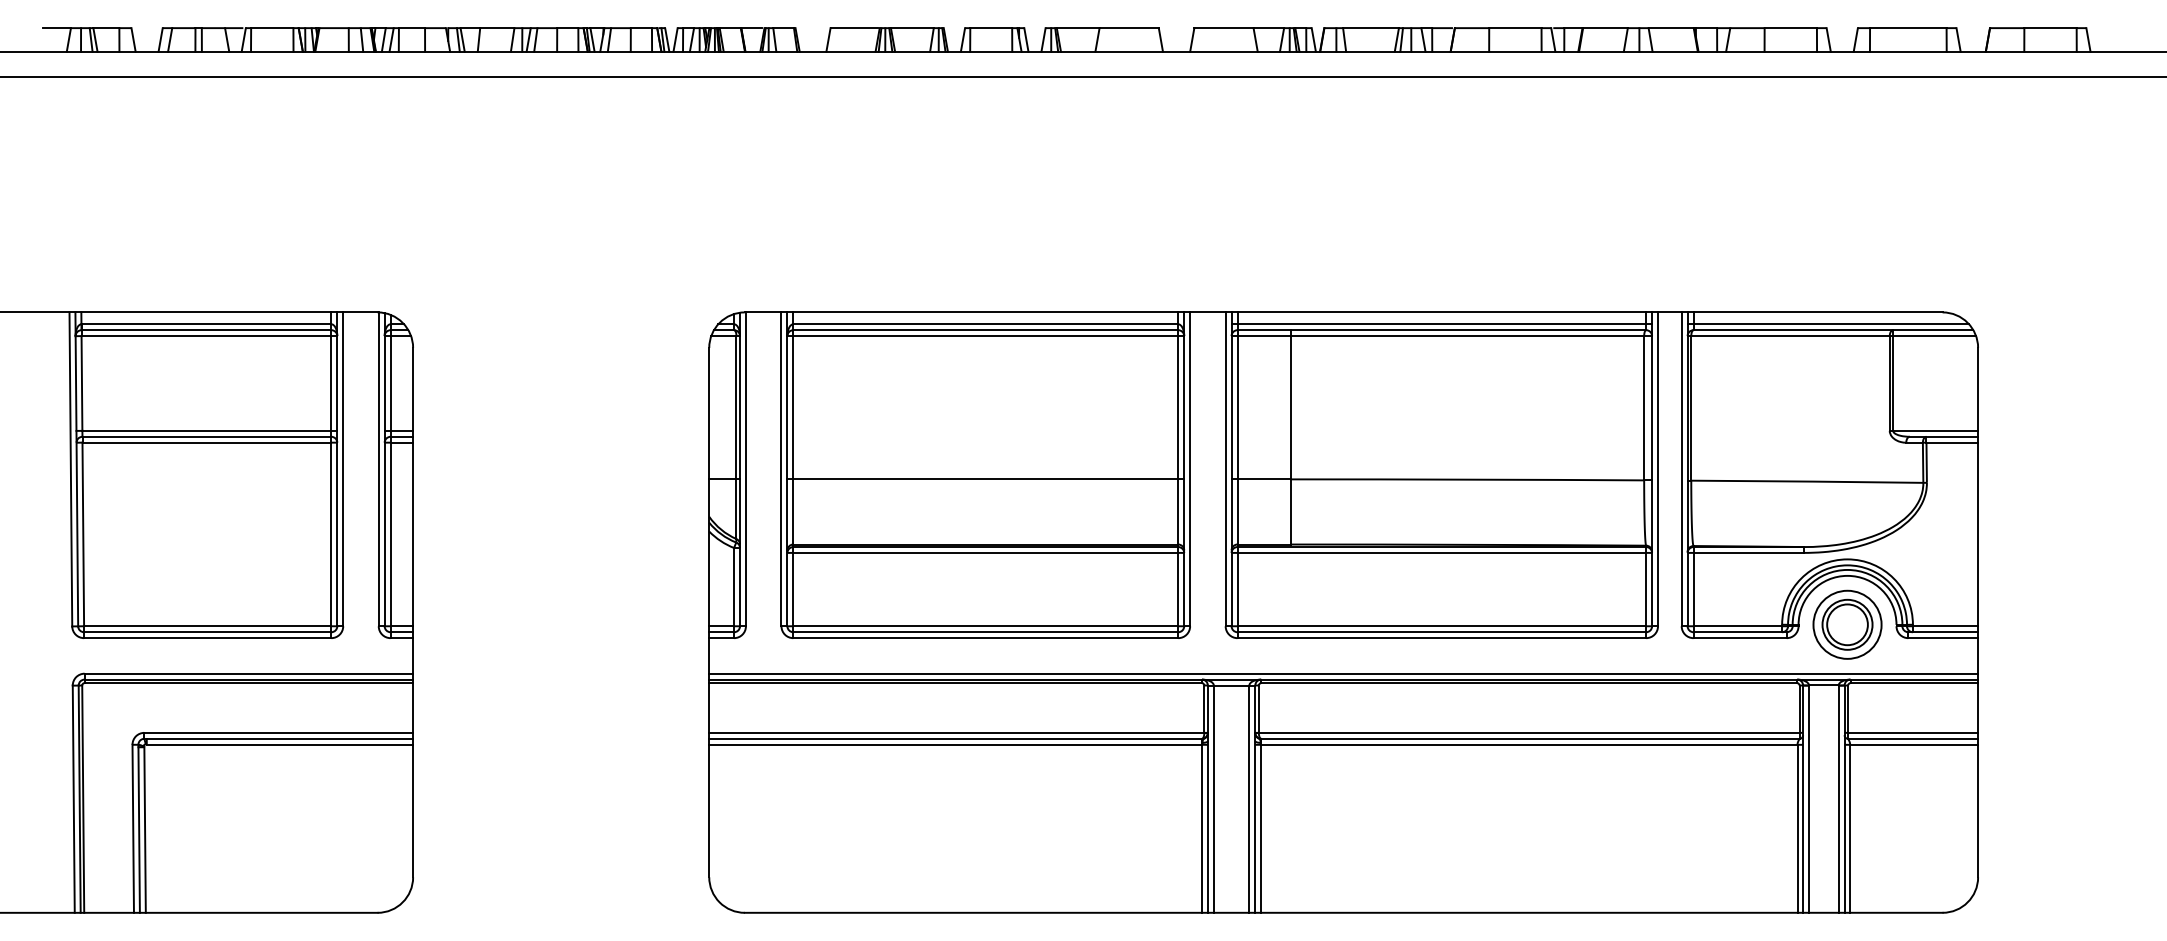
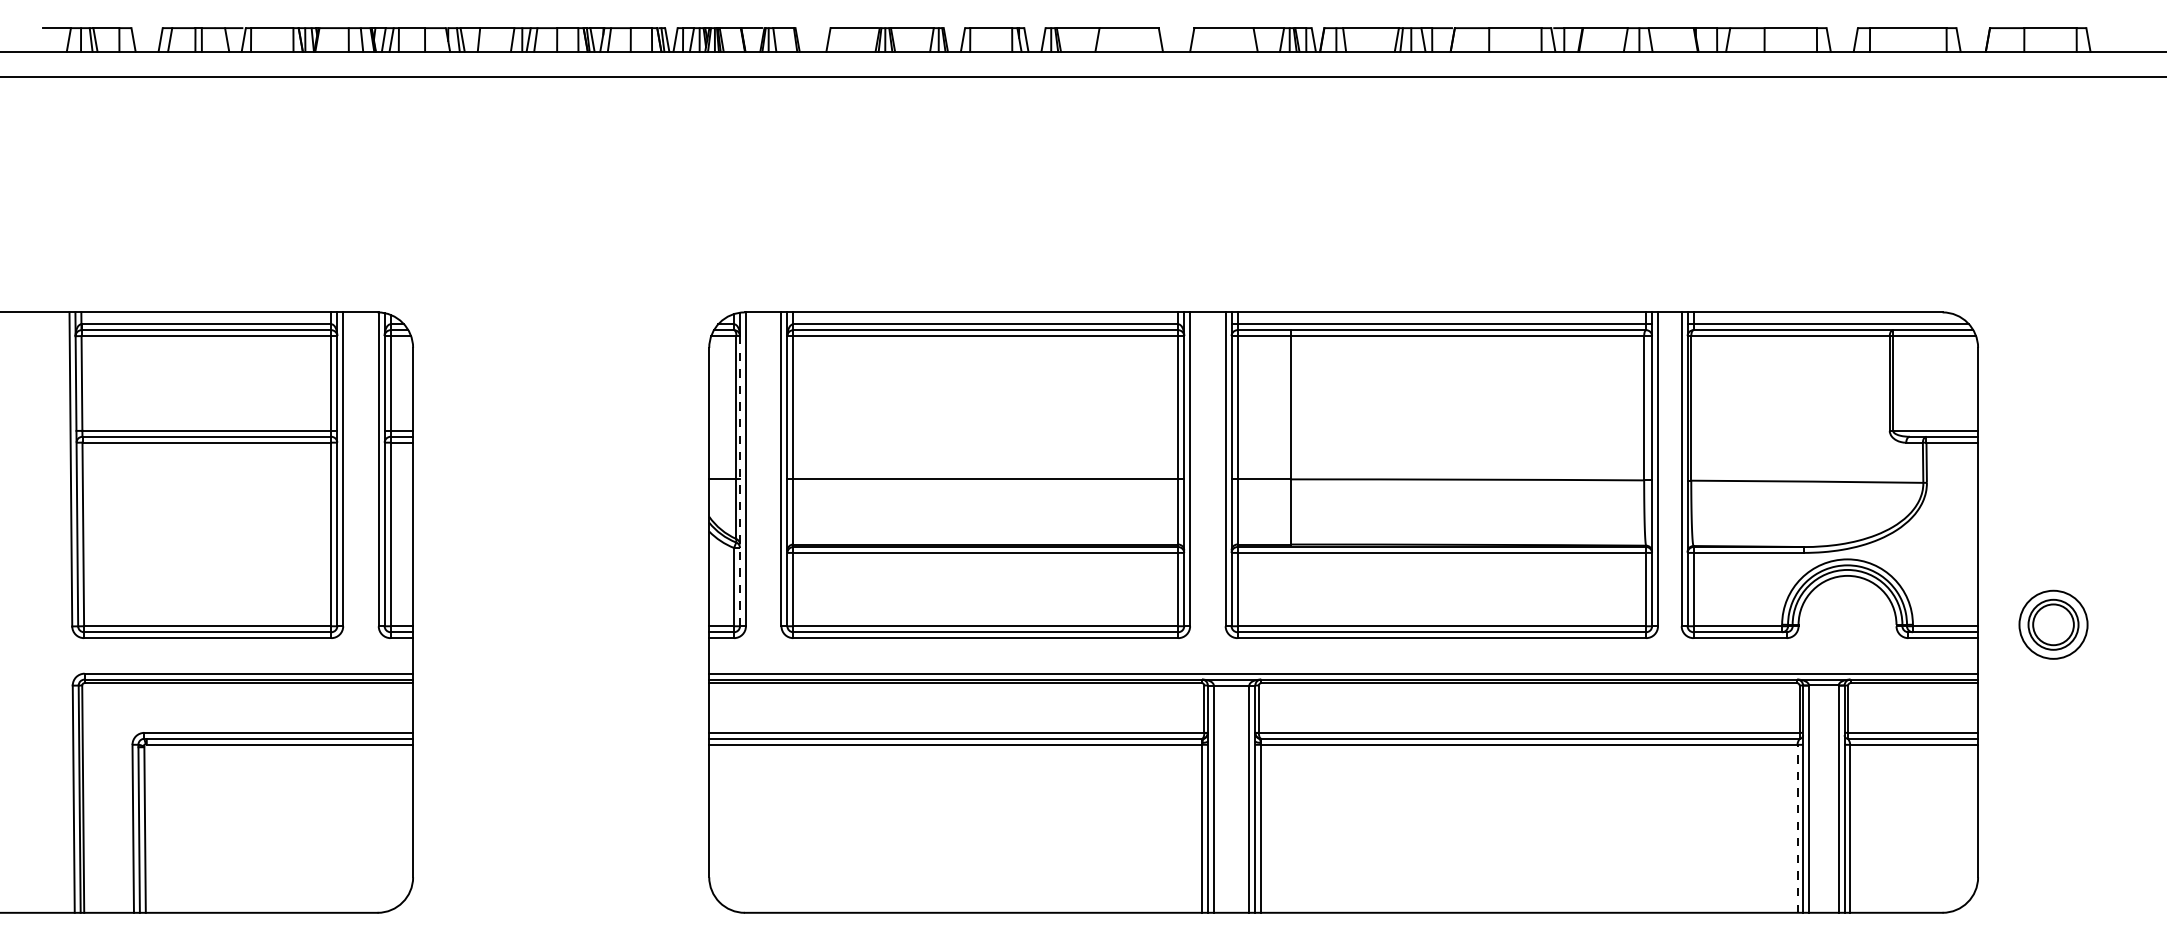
line at (740, 480): solid -> dashed
part at (1847, 624) position: (1847, 624) -> (2053, 624)
line at (1797, 828): solid -> dashed
